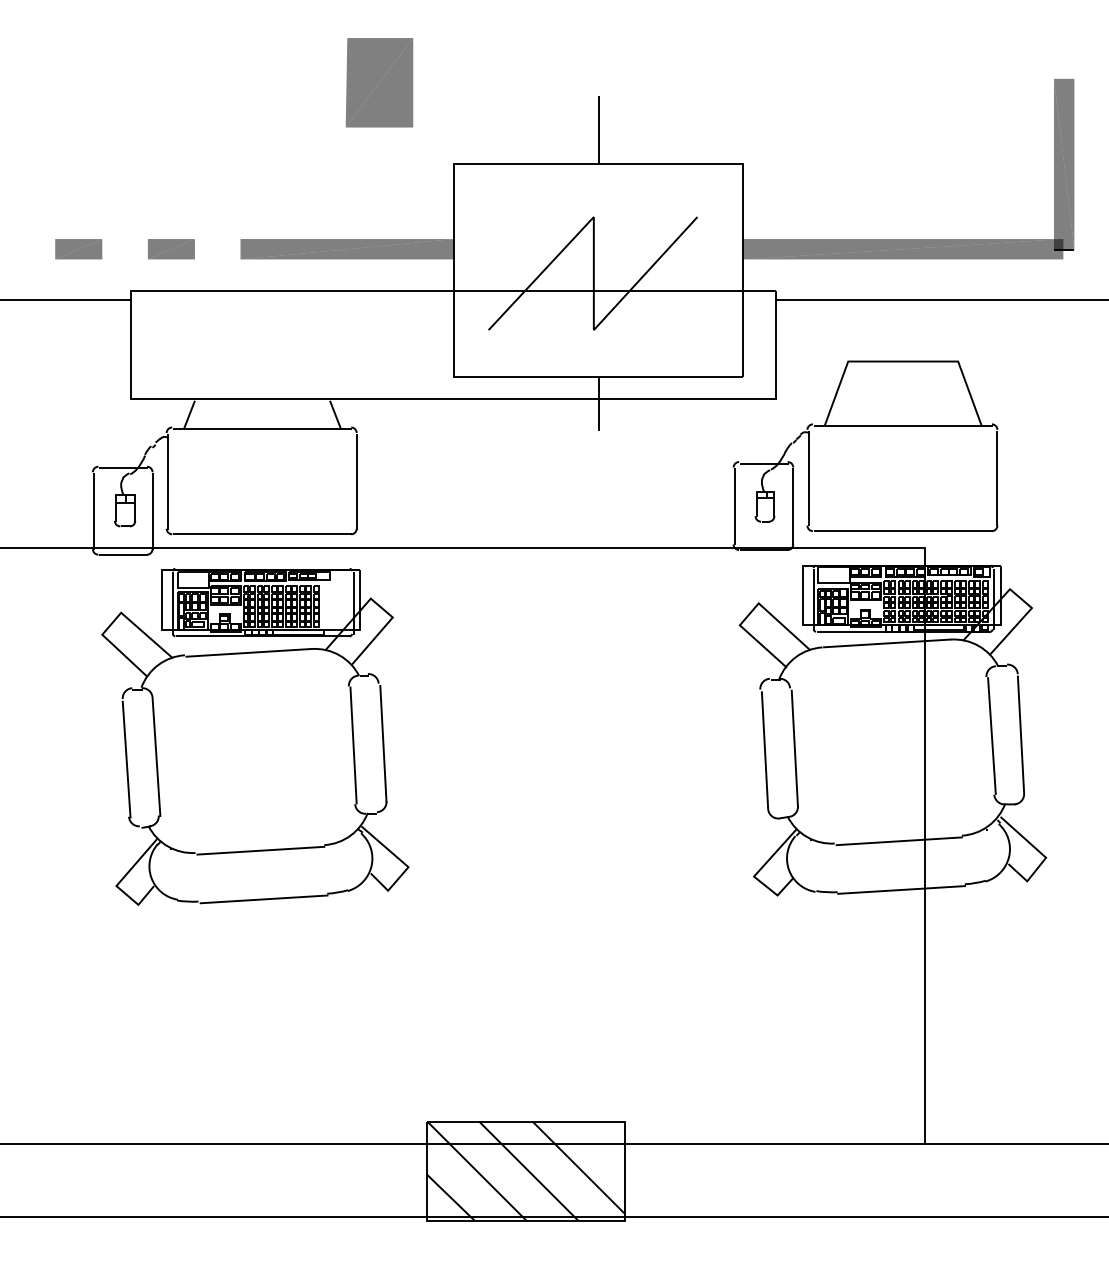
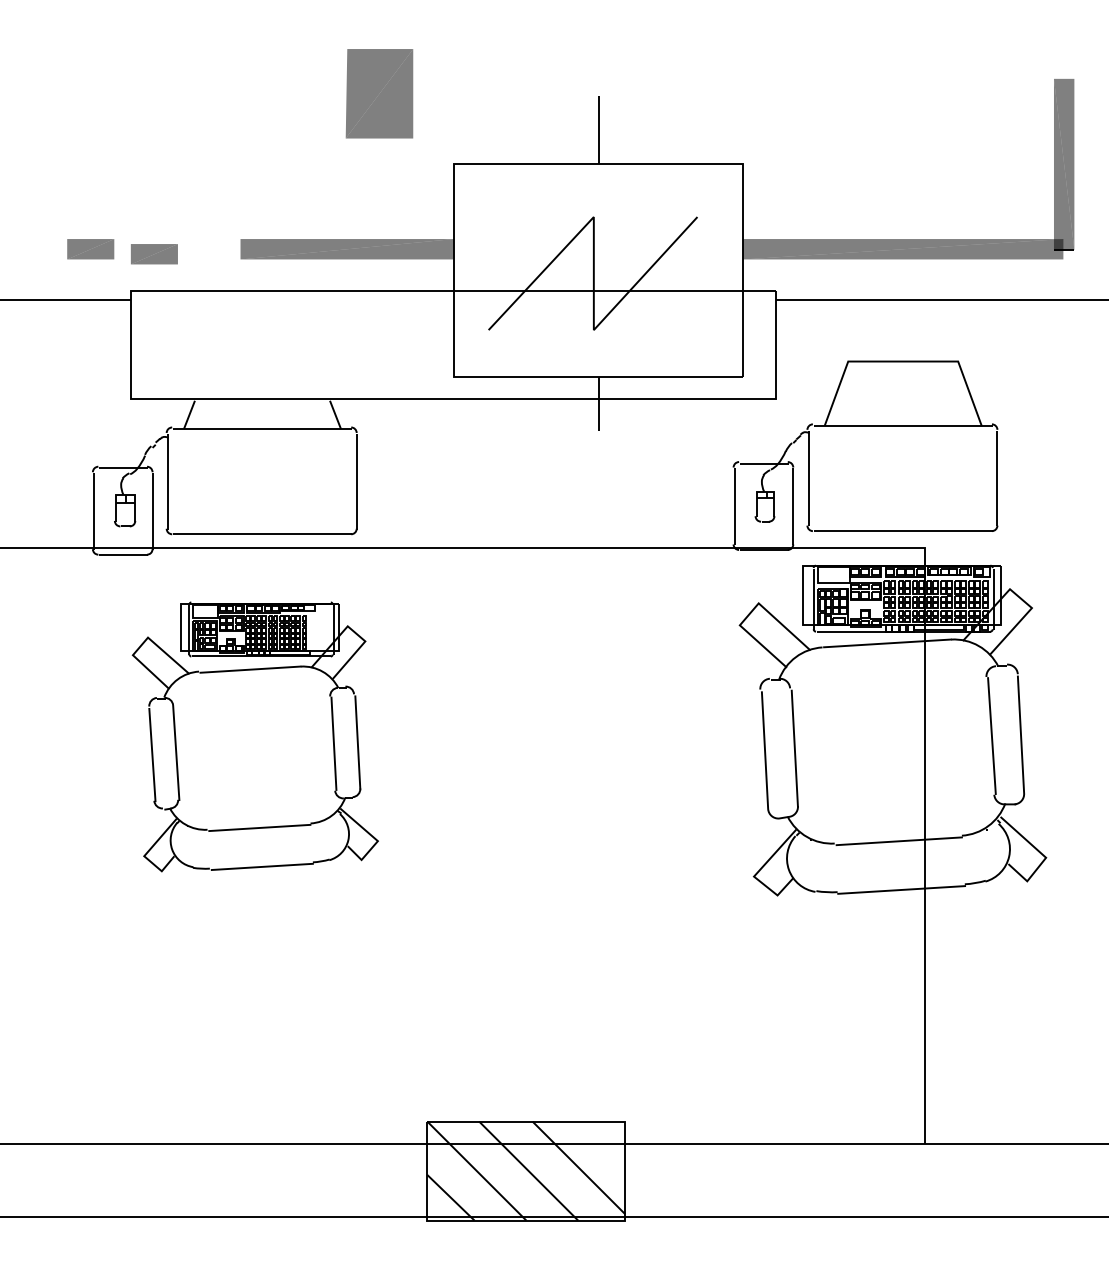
part at (379, 82) position: (379, 82) -> (379, 93)
part at (78, 249) position: (78, 249) -> (90, 249)
part at (171, 249) position: (171, 249) -> (154, 254)
part at (255, 736) size: 309x338 px -> 248x272 px
